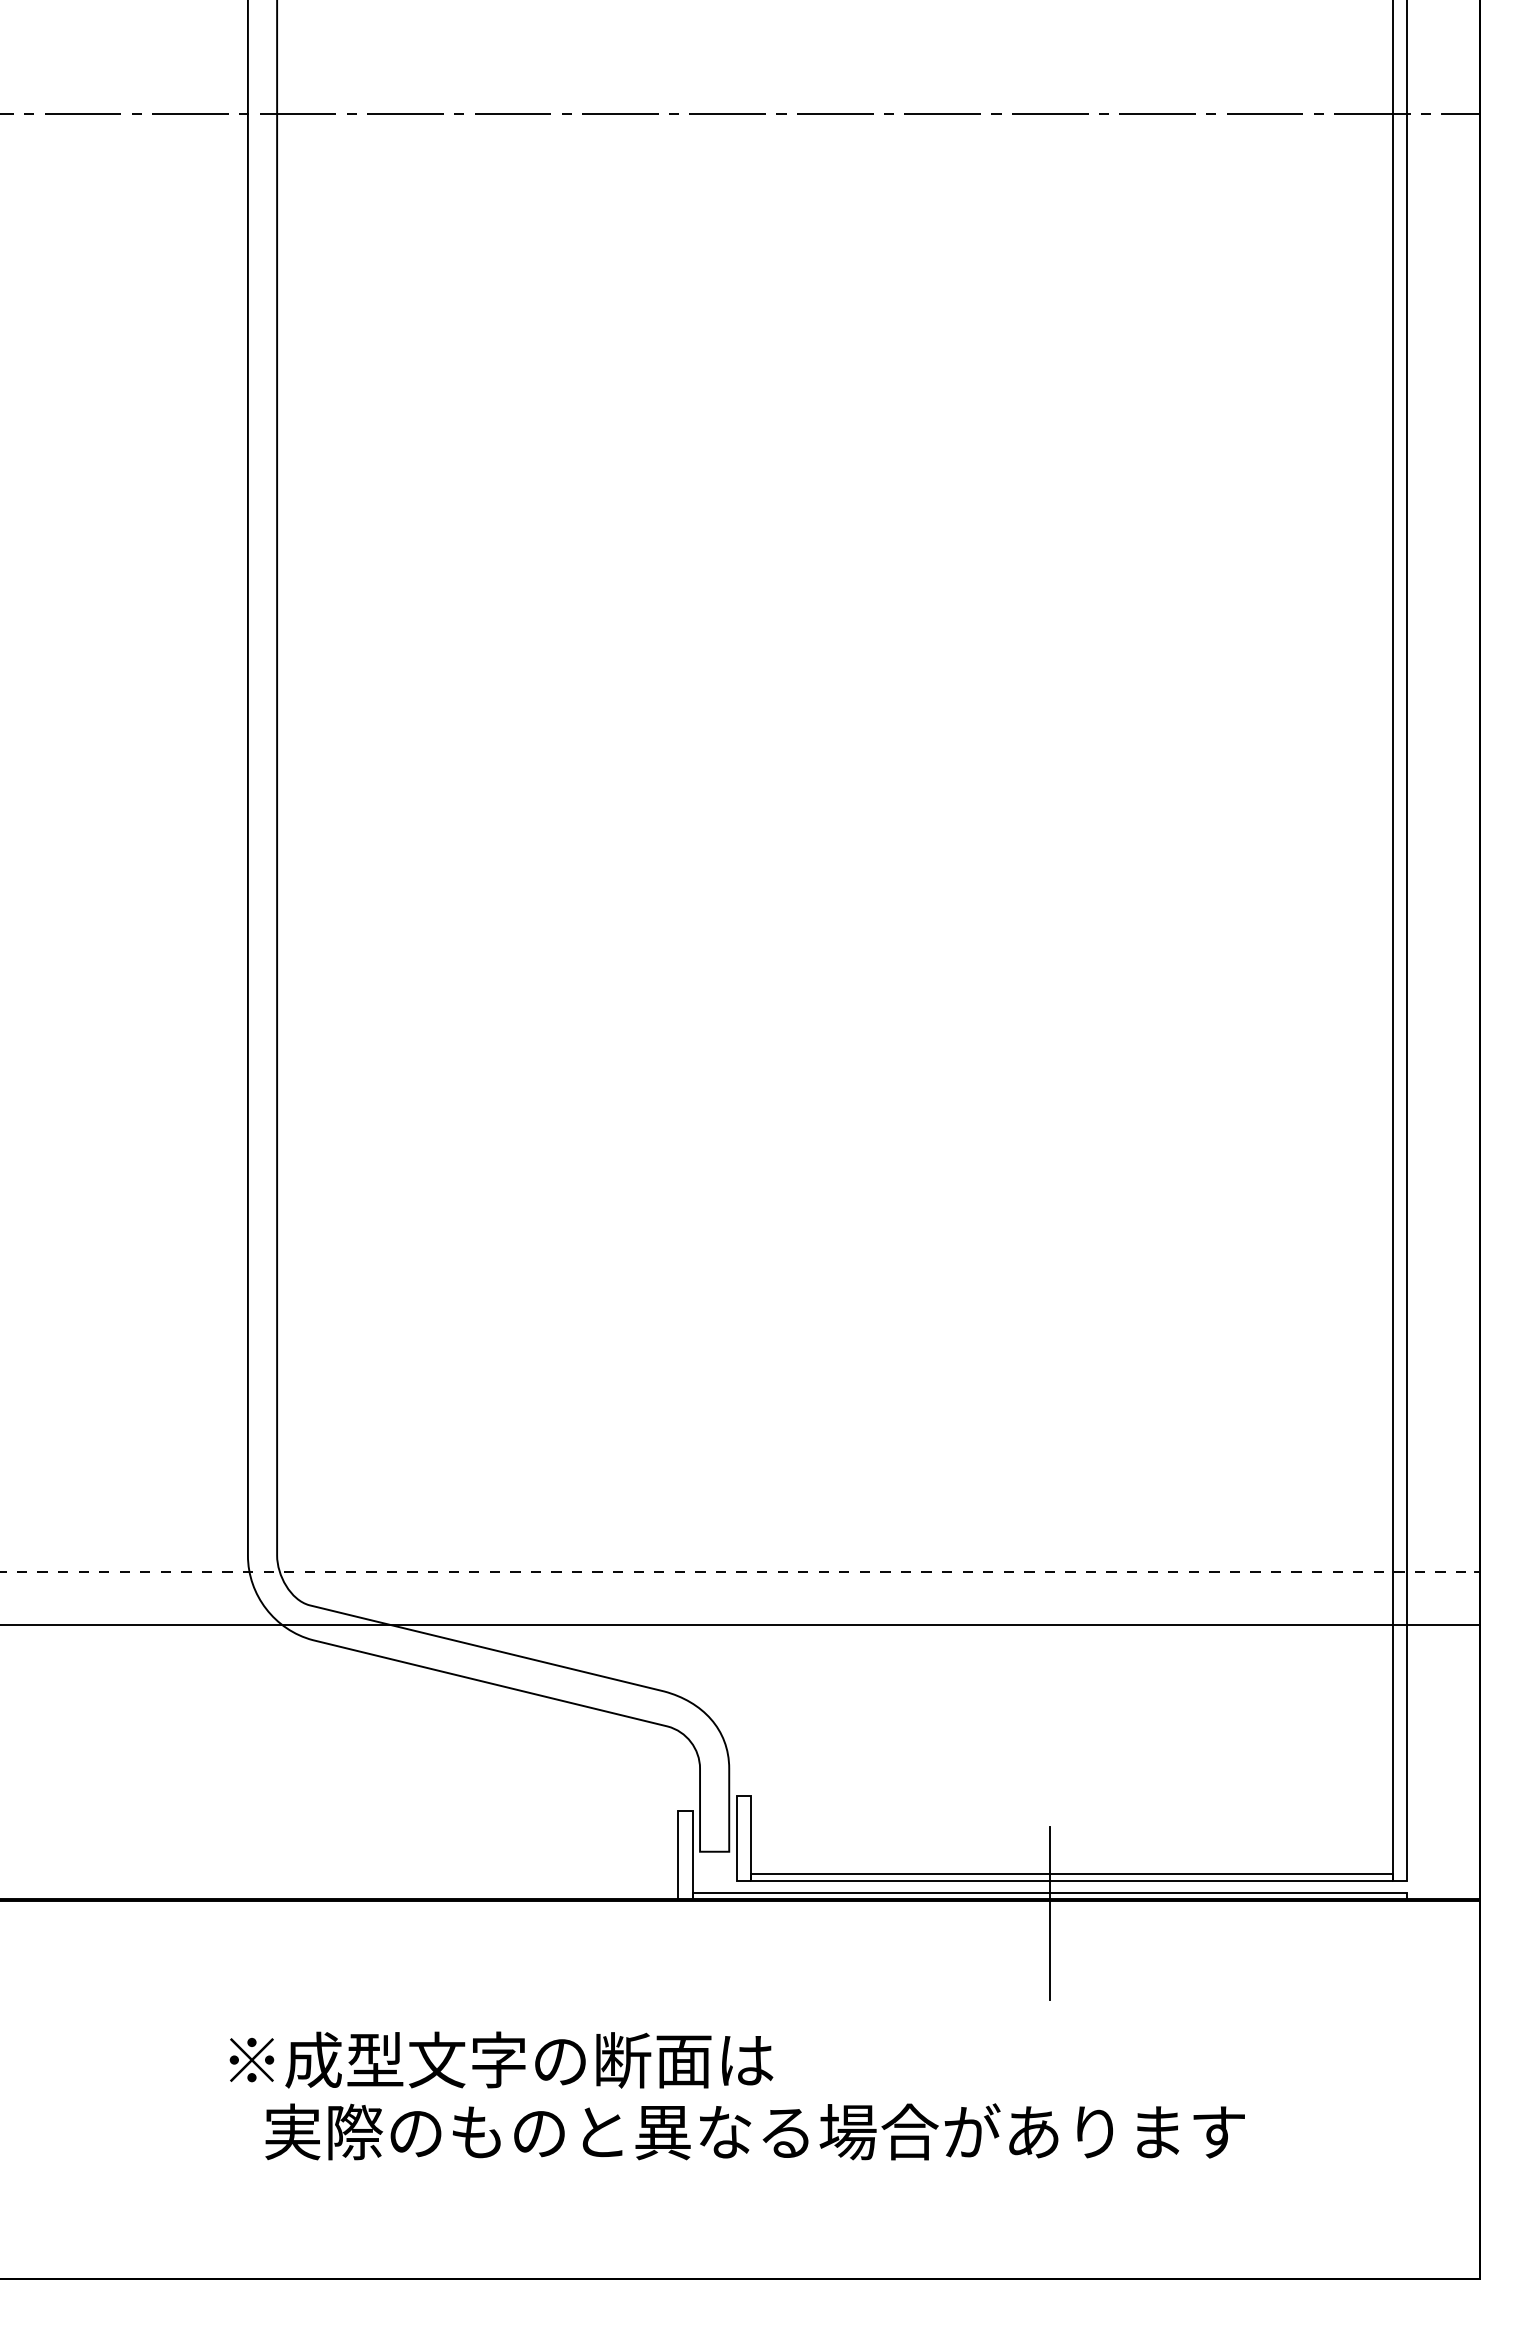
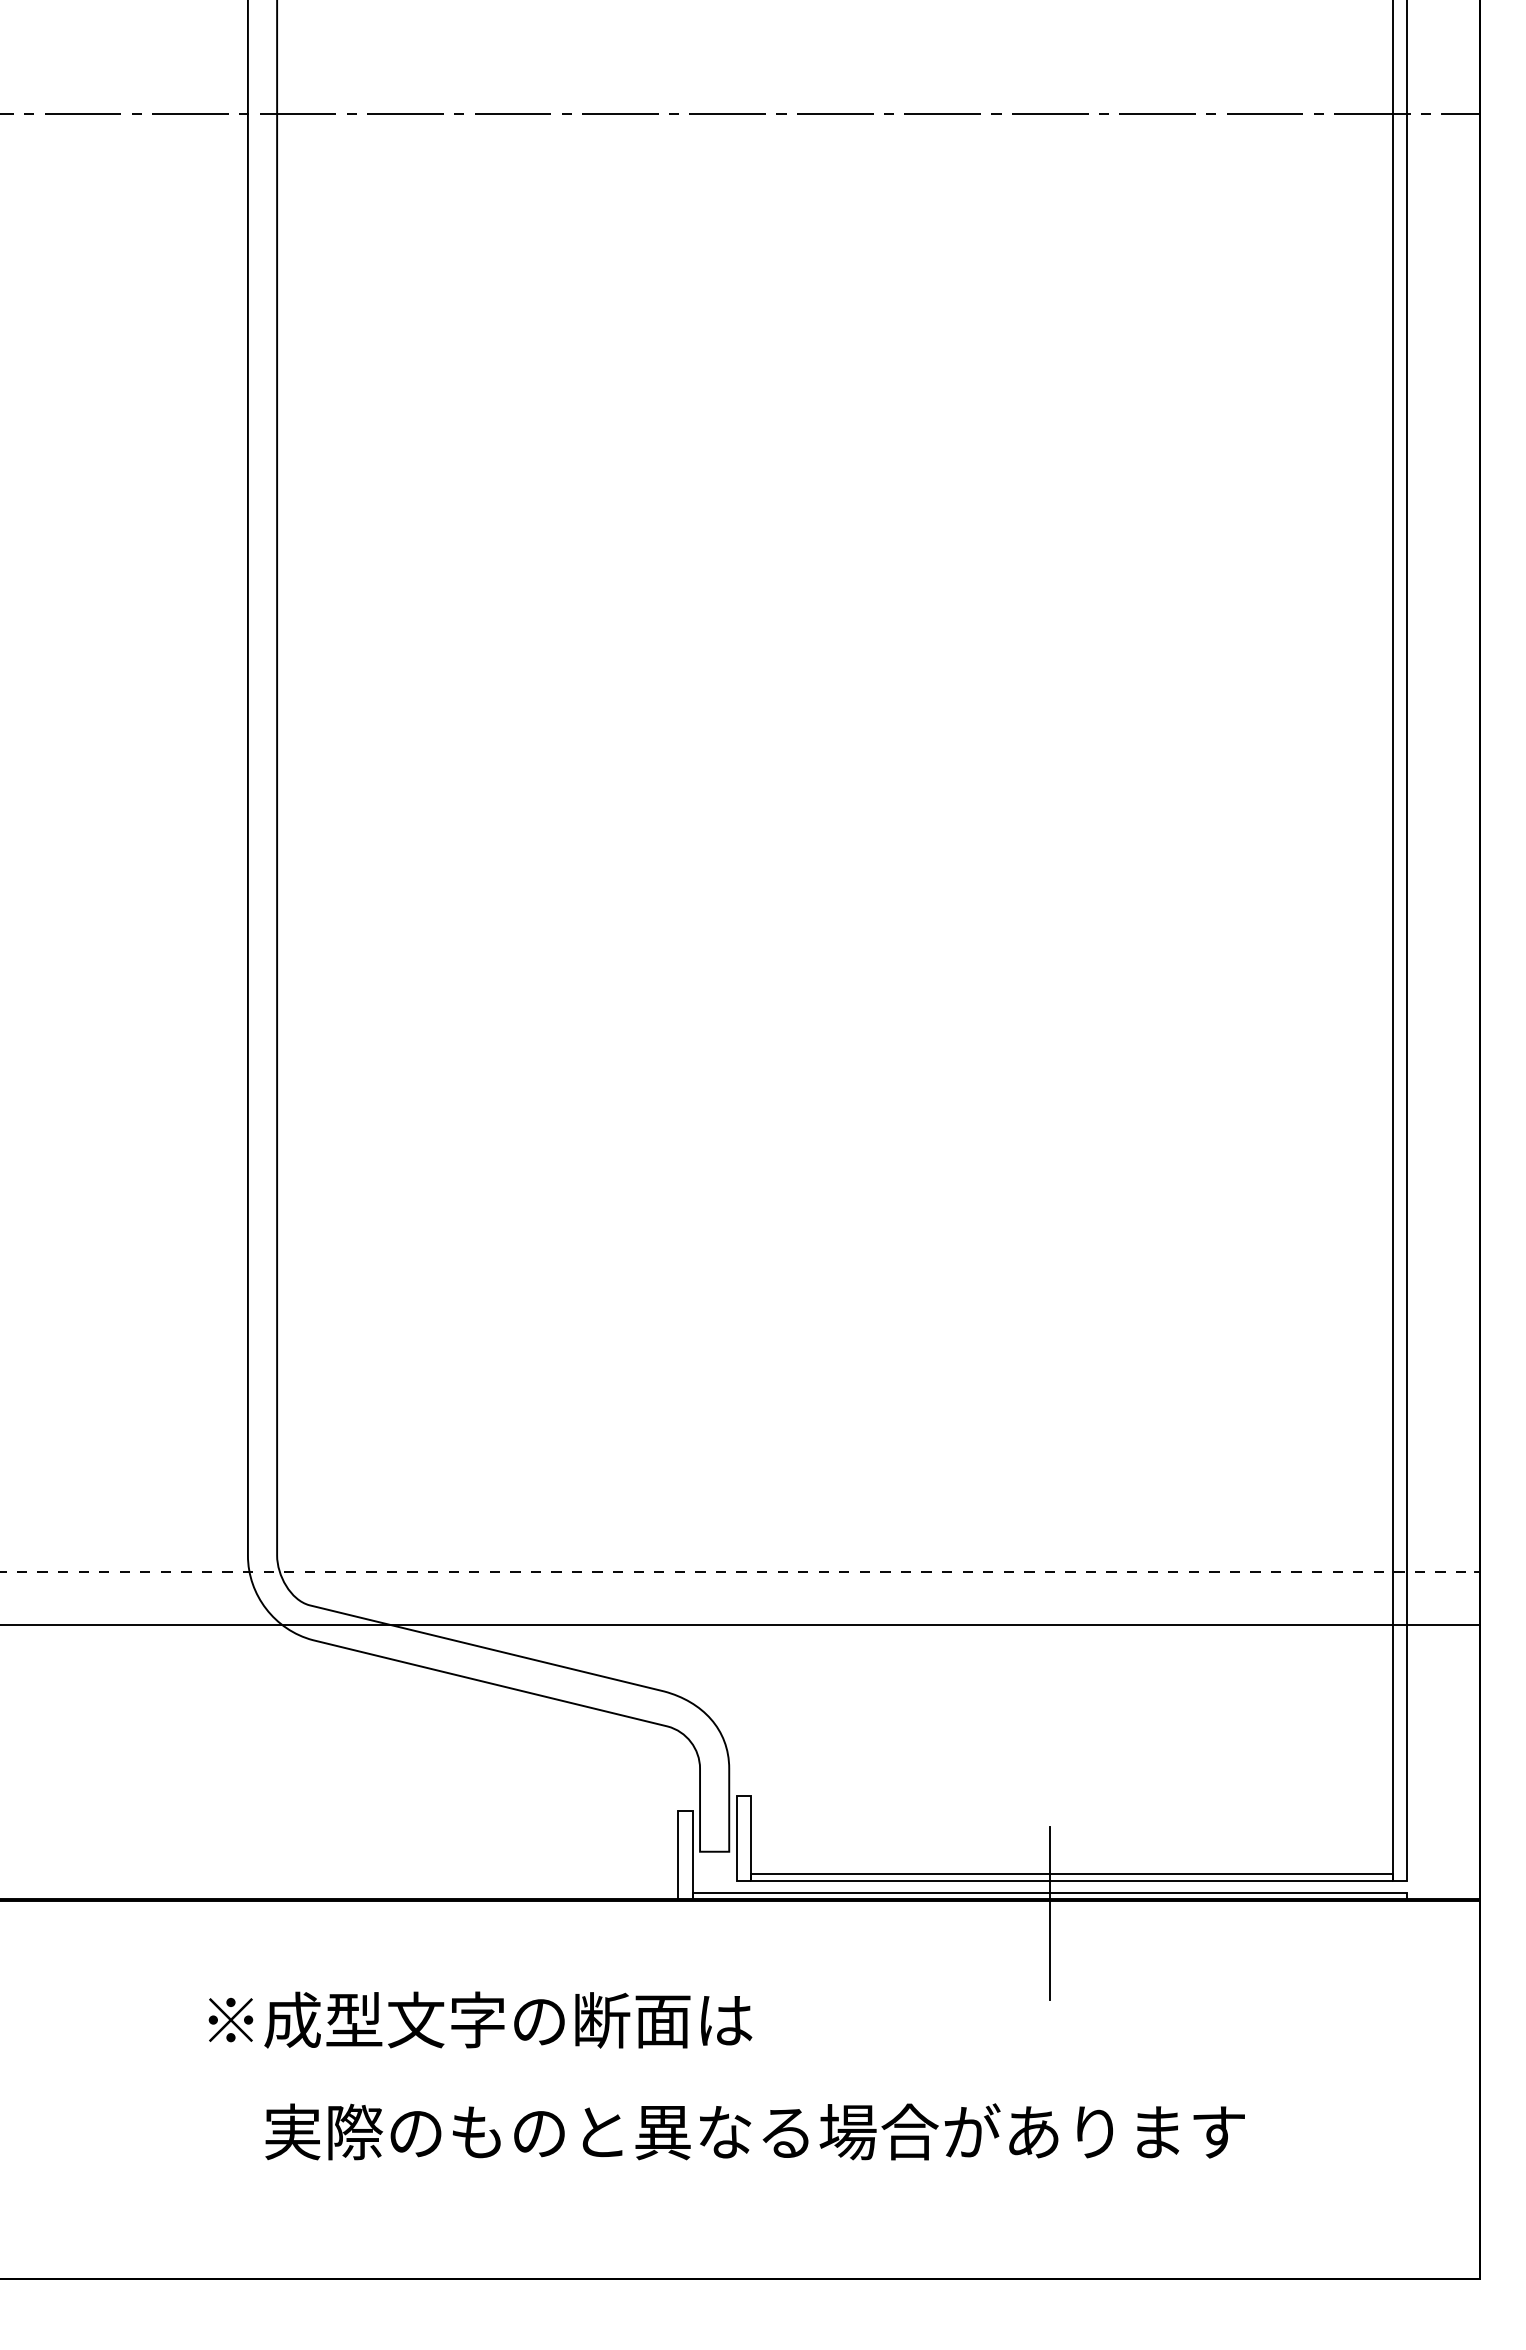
text at (501, 2059) position: (501, 2059) -> (480, 2019)
